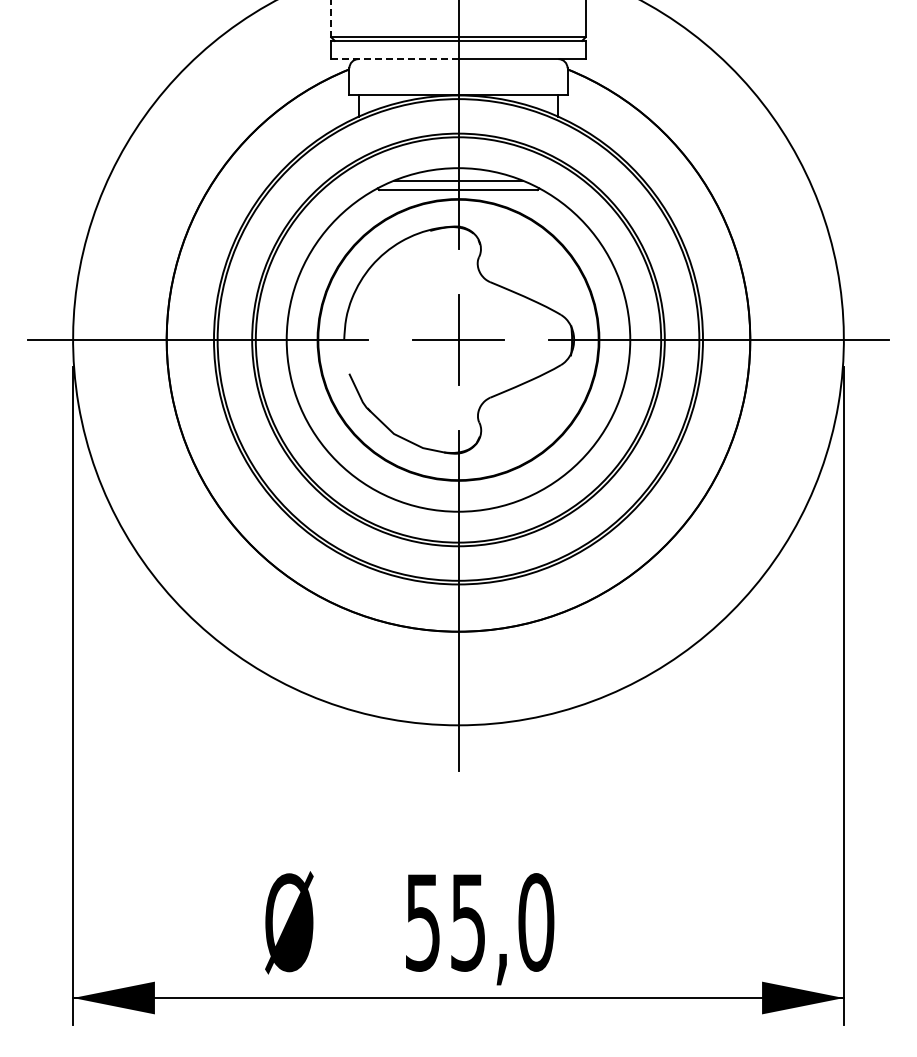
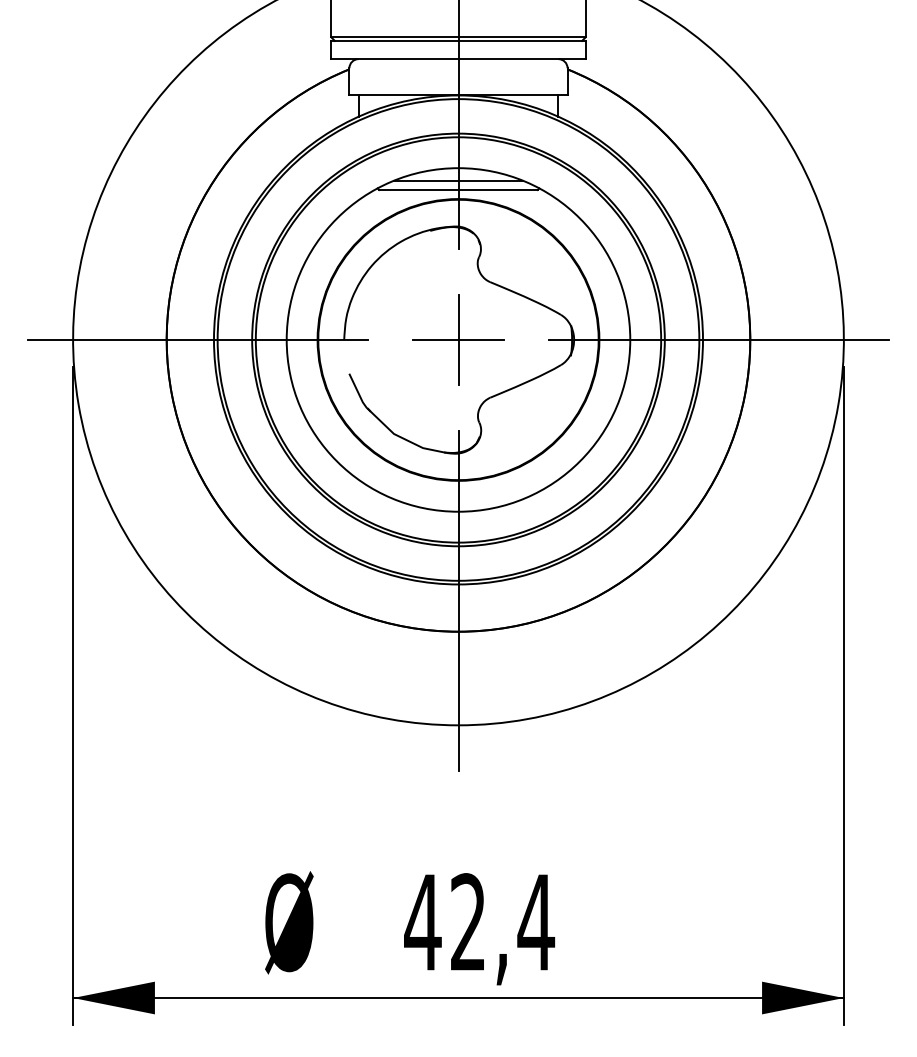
line at (331, 19): dashed -> solid
line at (394, 59): dashed -> solid
text at (479, 922): 55,0 -> 42,4
